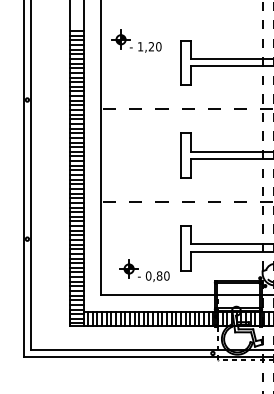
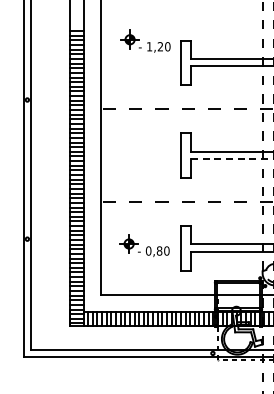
part at (136, 40) position: (136, 40) -> (145, 40)
line at (232, 159): solid -> dashed
part at (144, 270) position: (144, 270) -> (144, 245)
